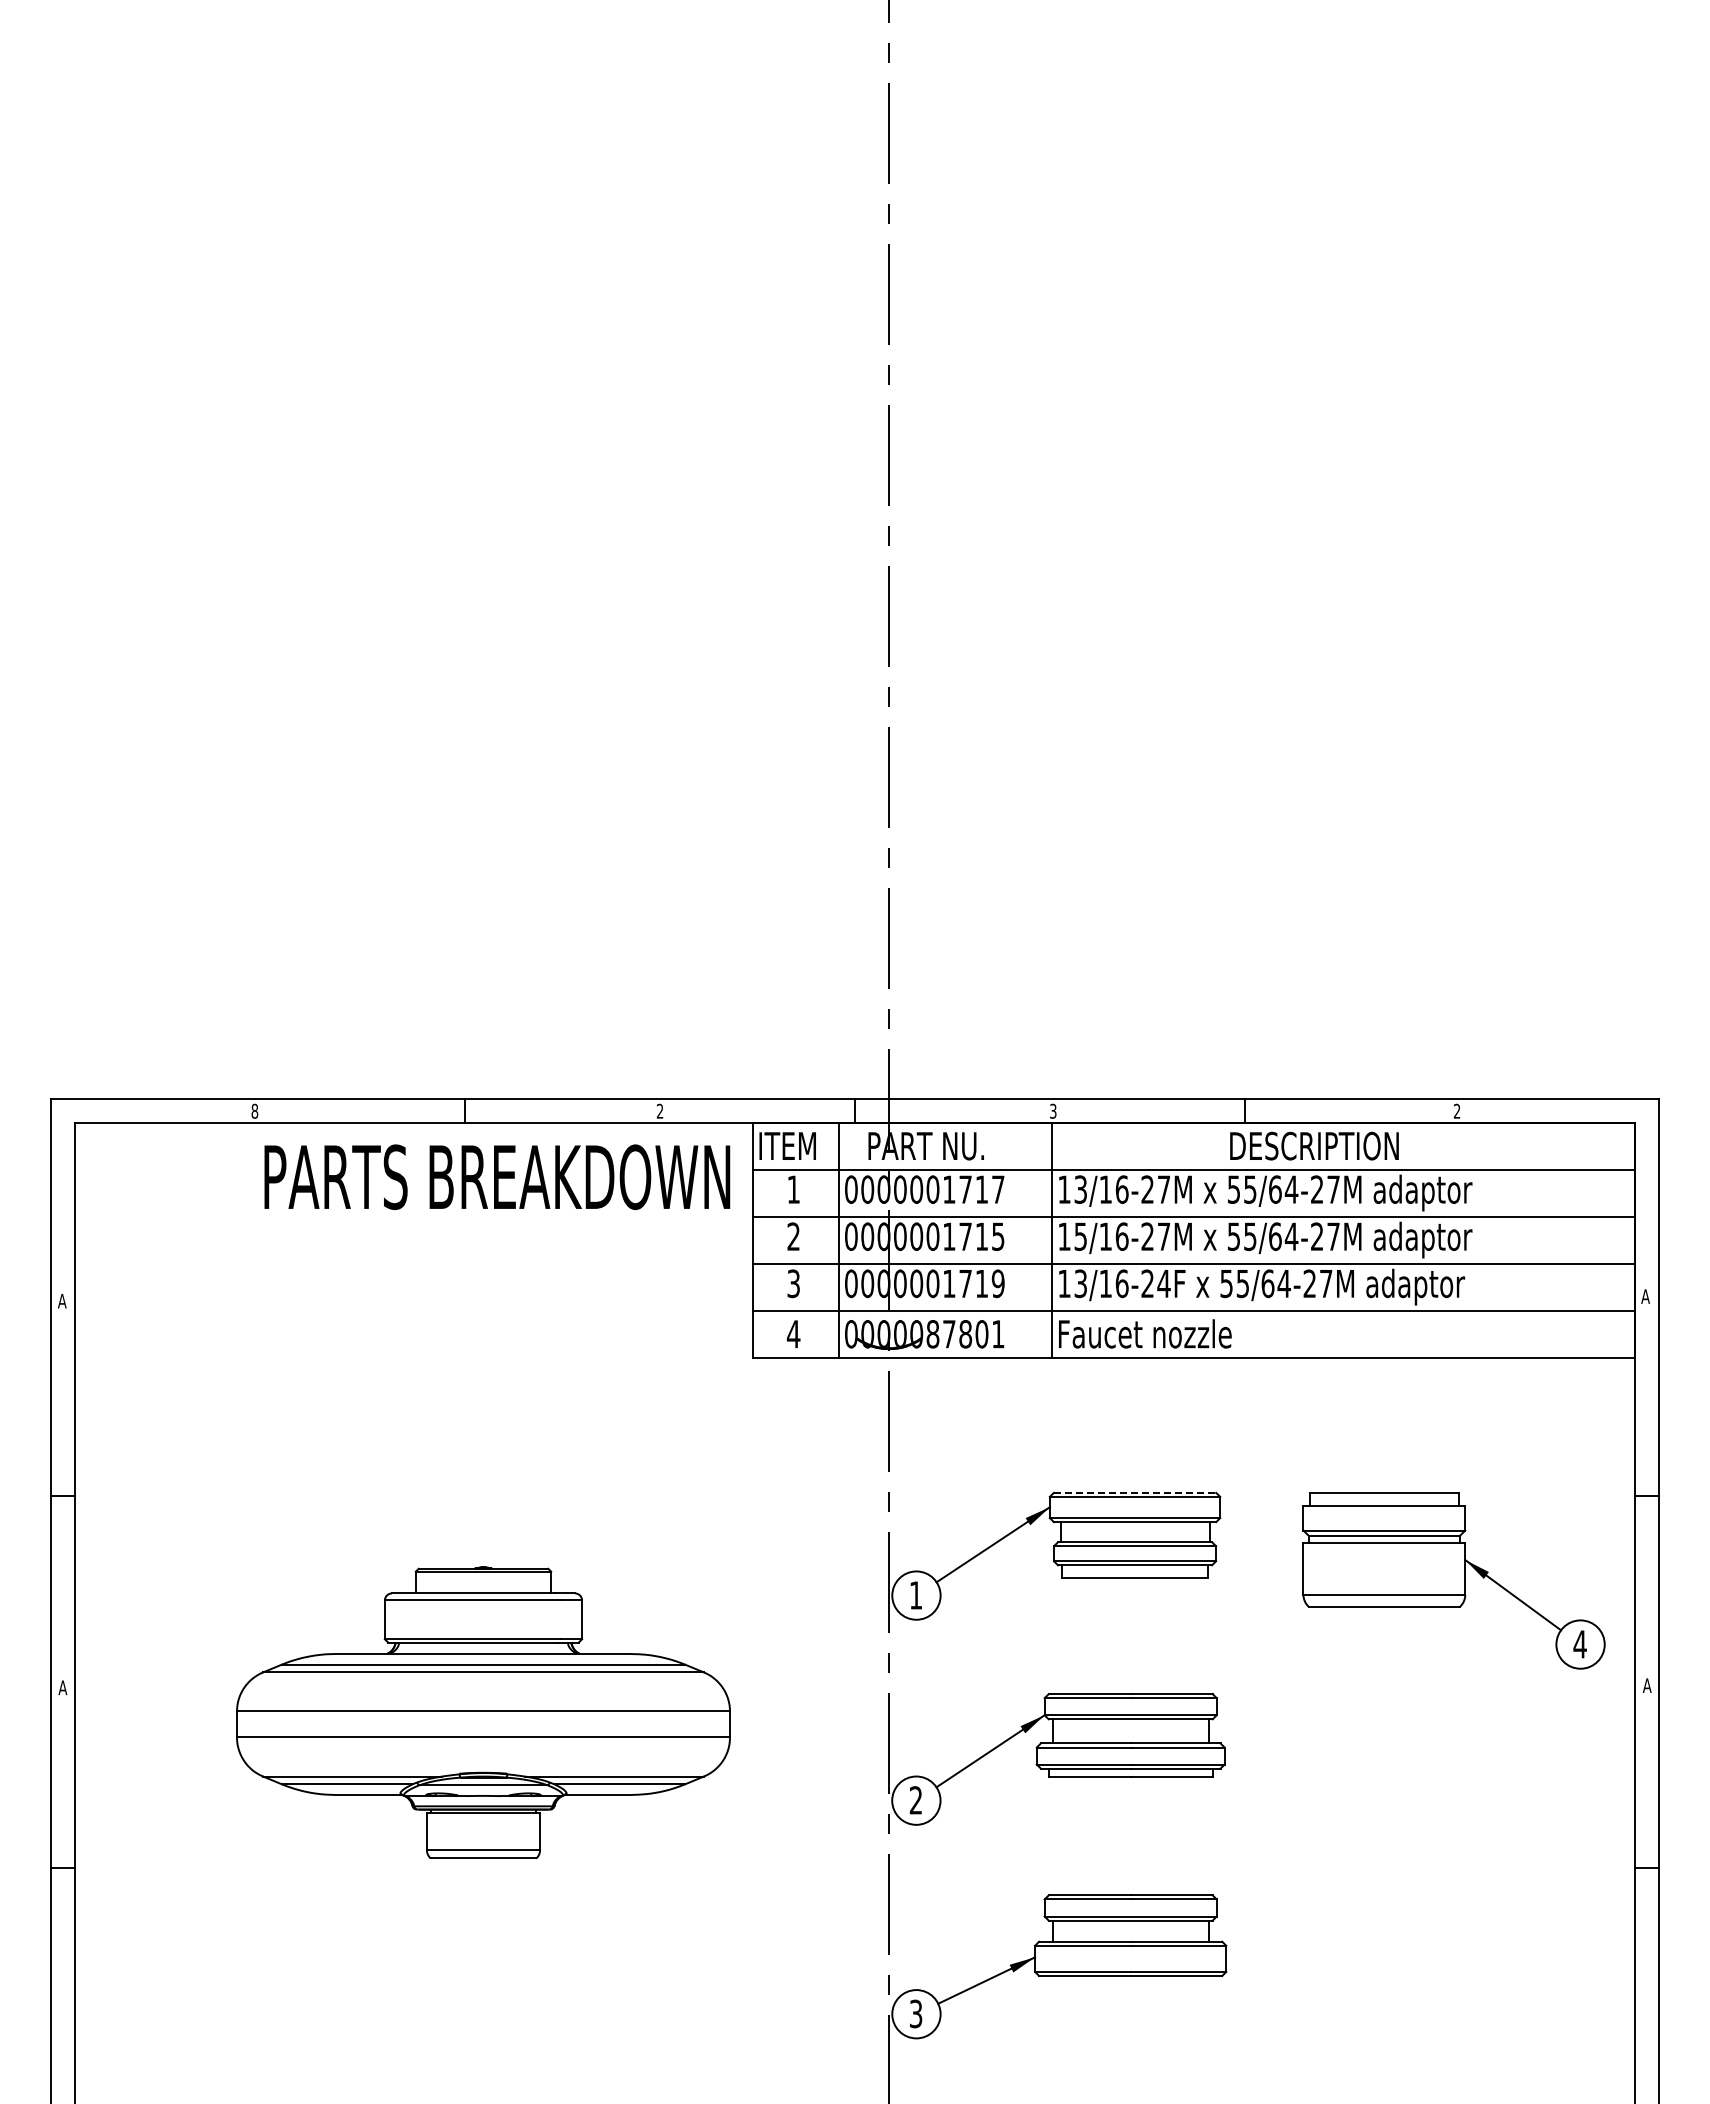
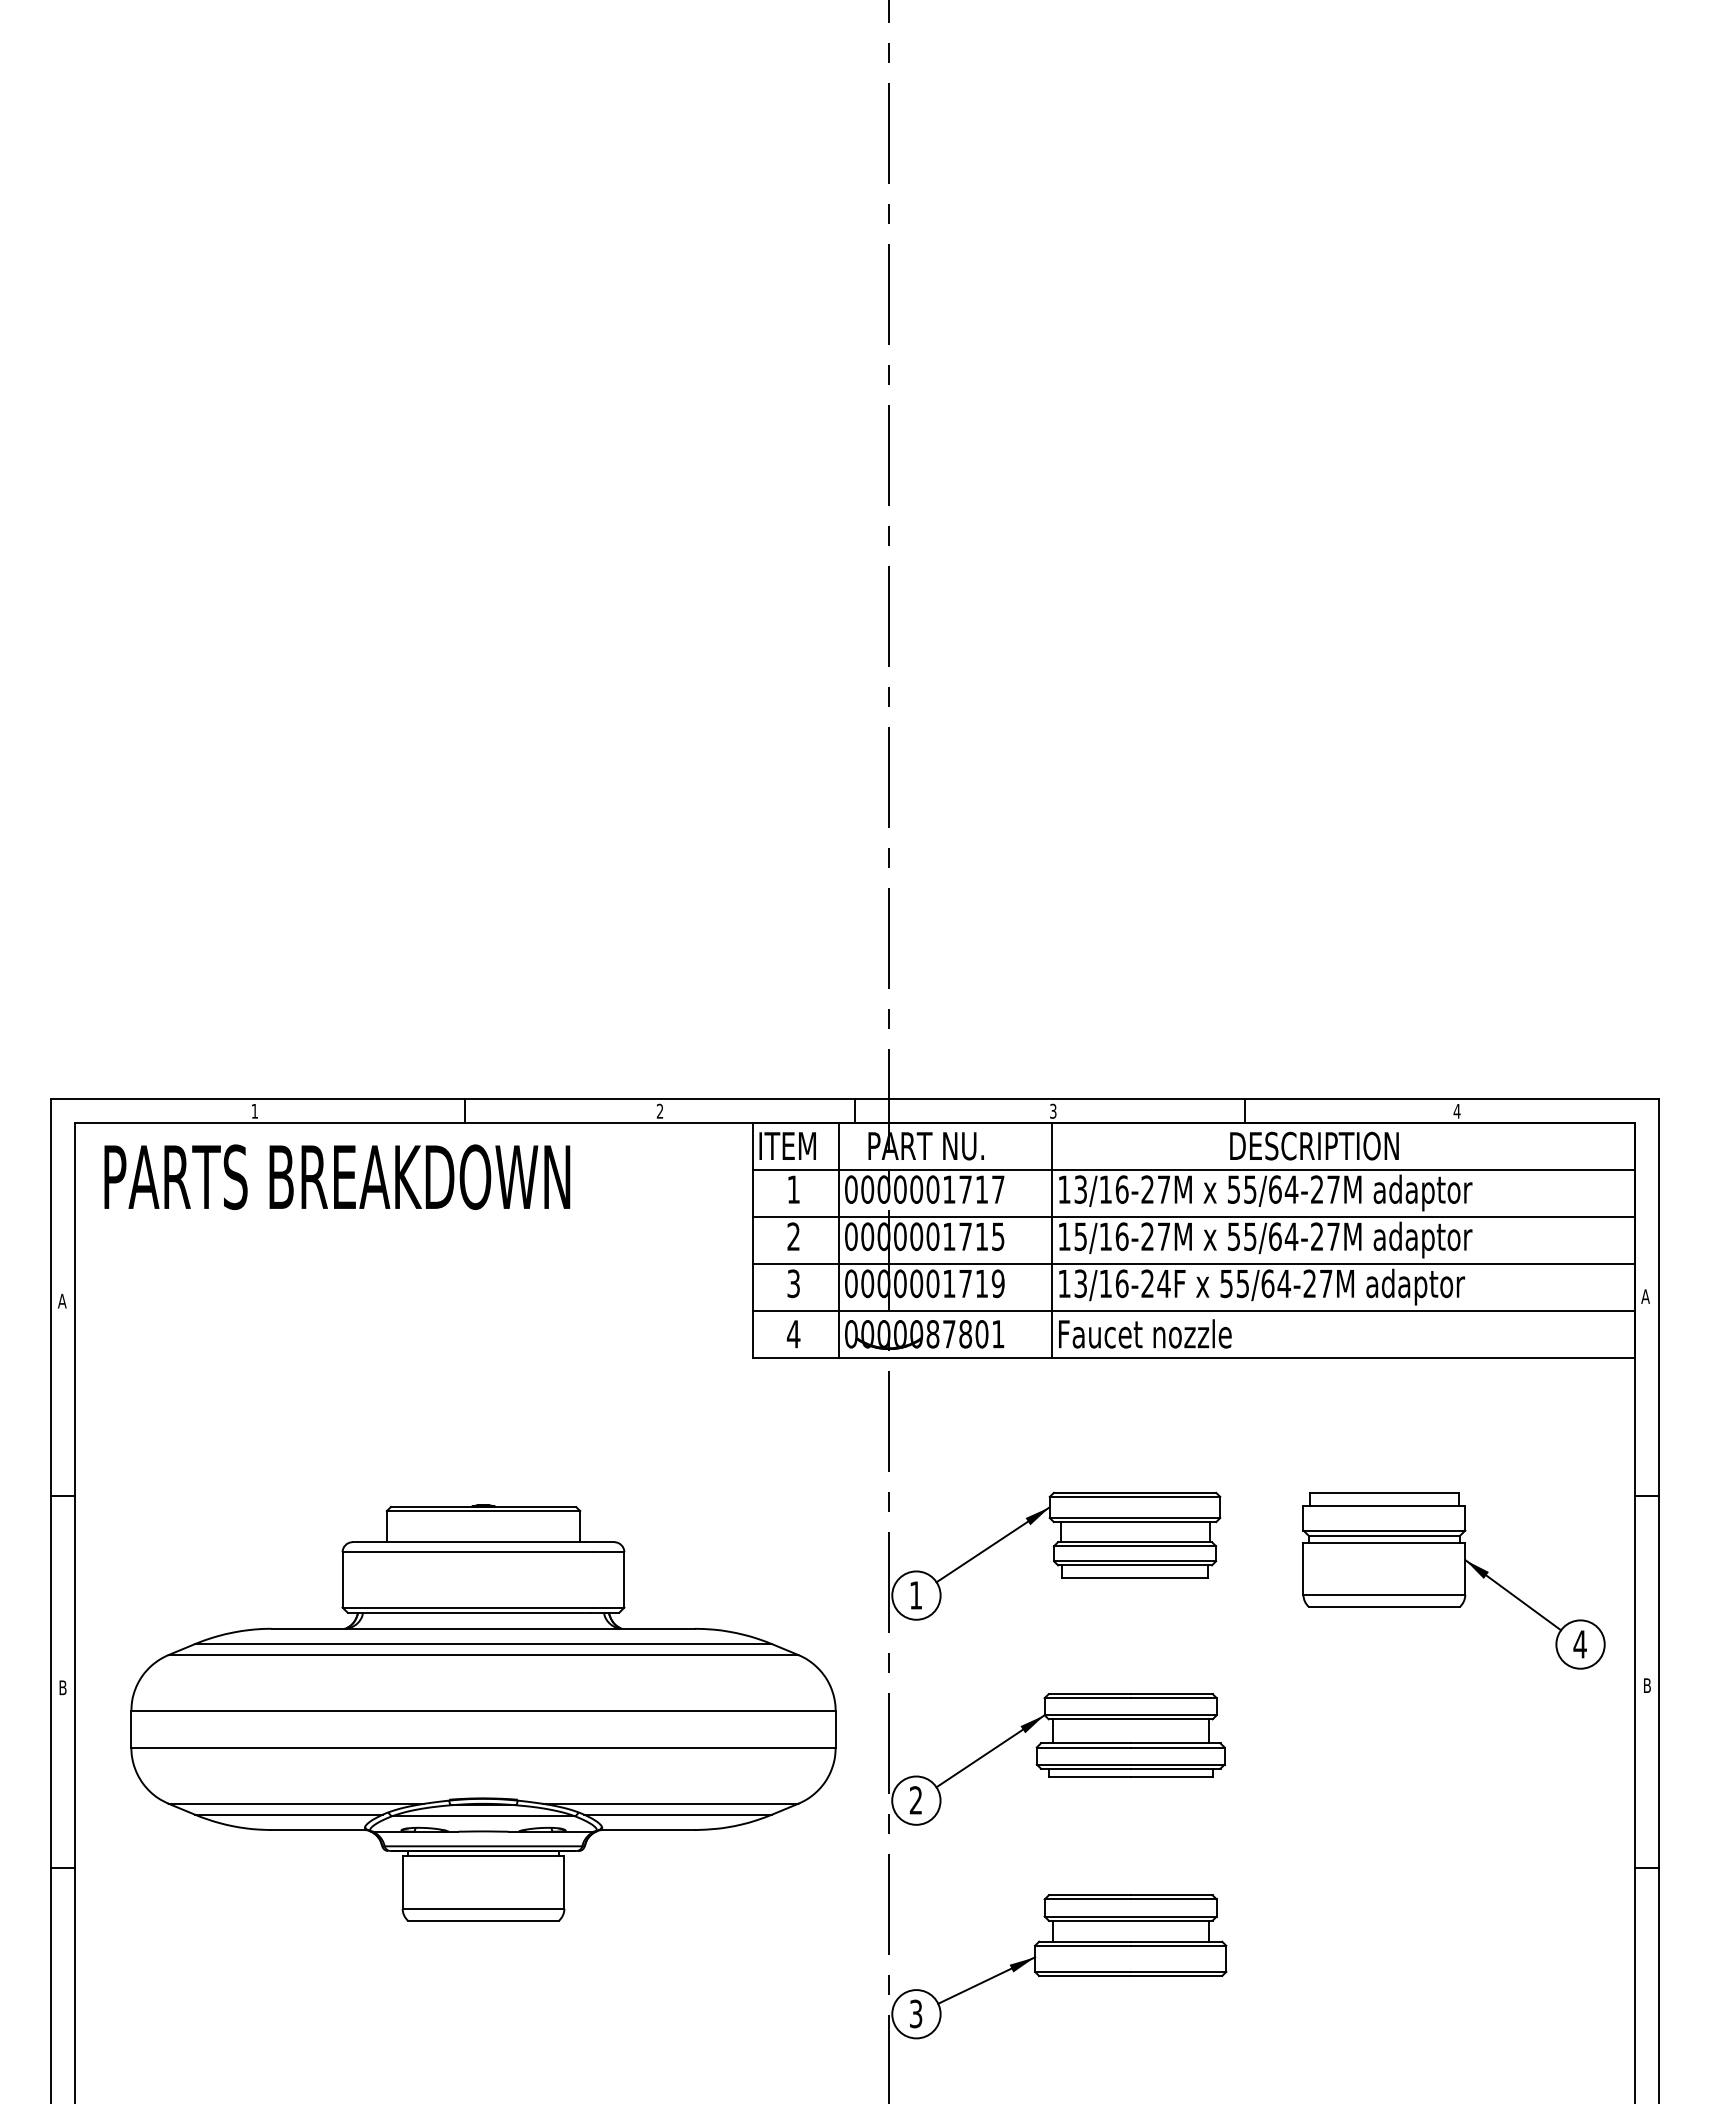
text at (254, 1110): 8 -> 1
text at (1456, 1110): 2 -> 4
text at (497, 1177) position: (497, 1177) -> (337, 1177)
line at (1135, 1492): dashed -> solid
text at (1646, 1685): A -> B
text at (62, 1687): A -> B
part at (483, 1712) size: 495x293 px -> 707x418 px
